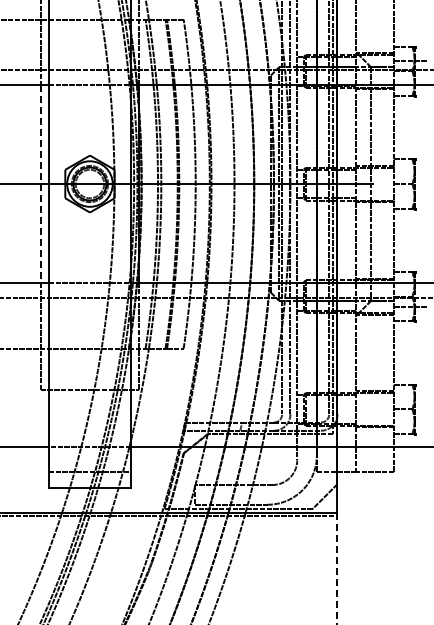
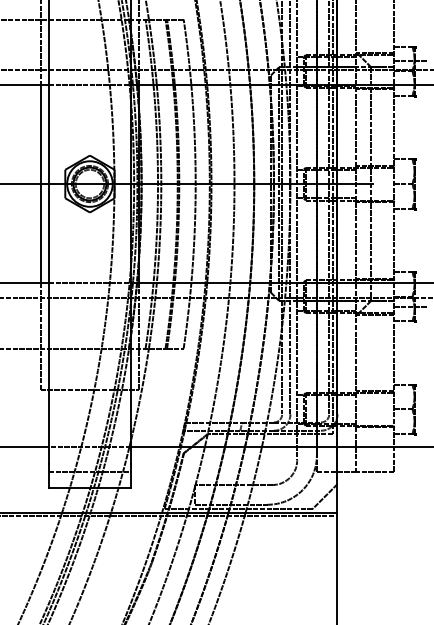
line at (40, 184): dashed -> solid
line at (336, 568): dashed -> solid
